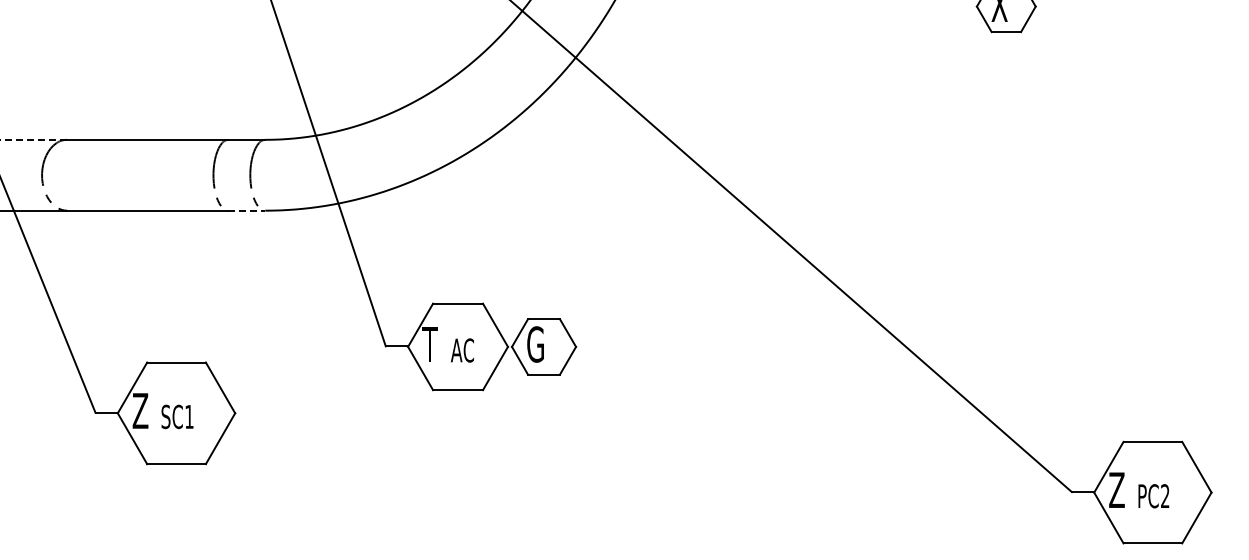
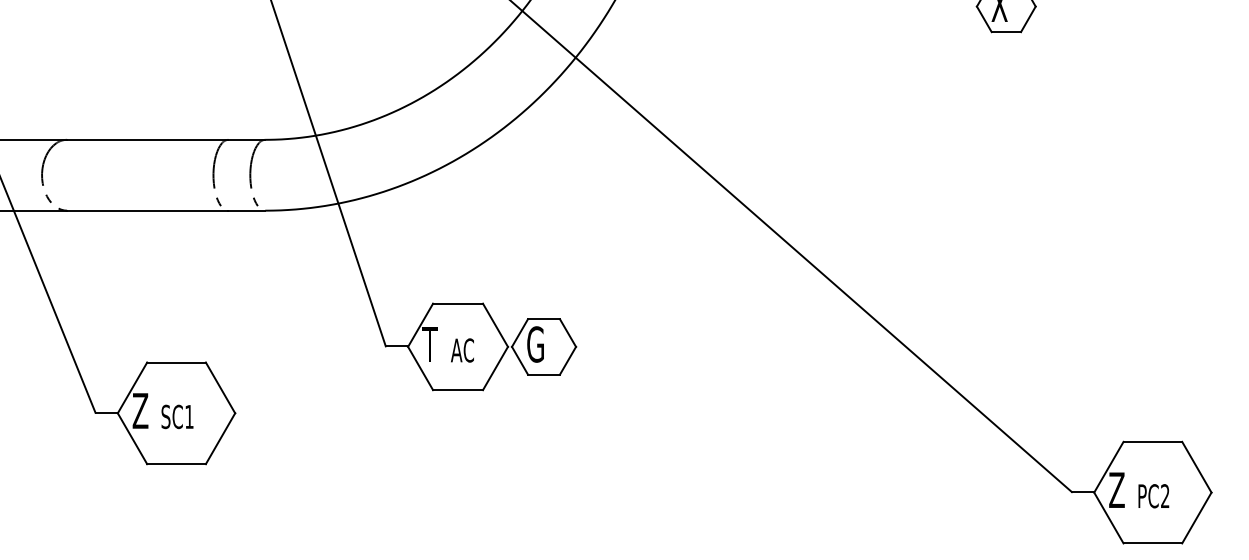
line at (33, 139): dashed -> solid
line at (247, 210): dashed -> solid
